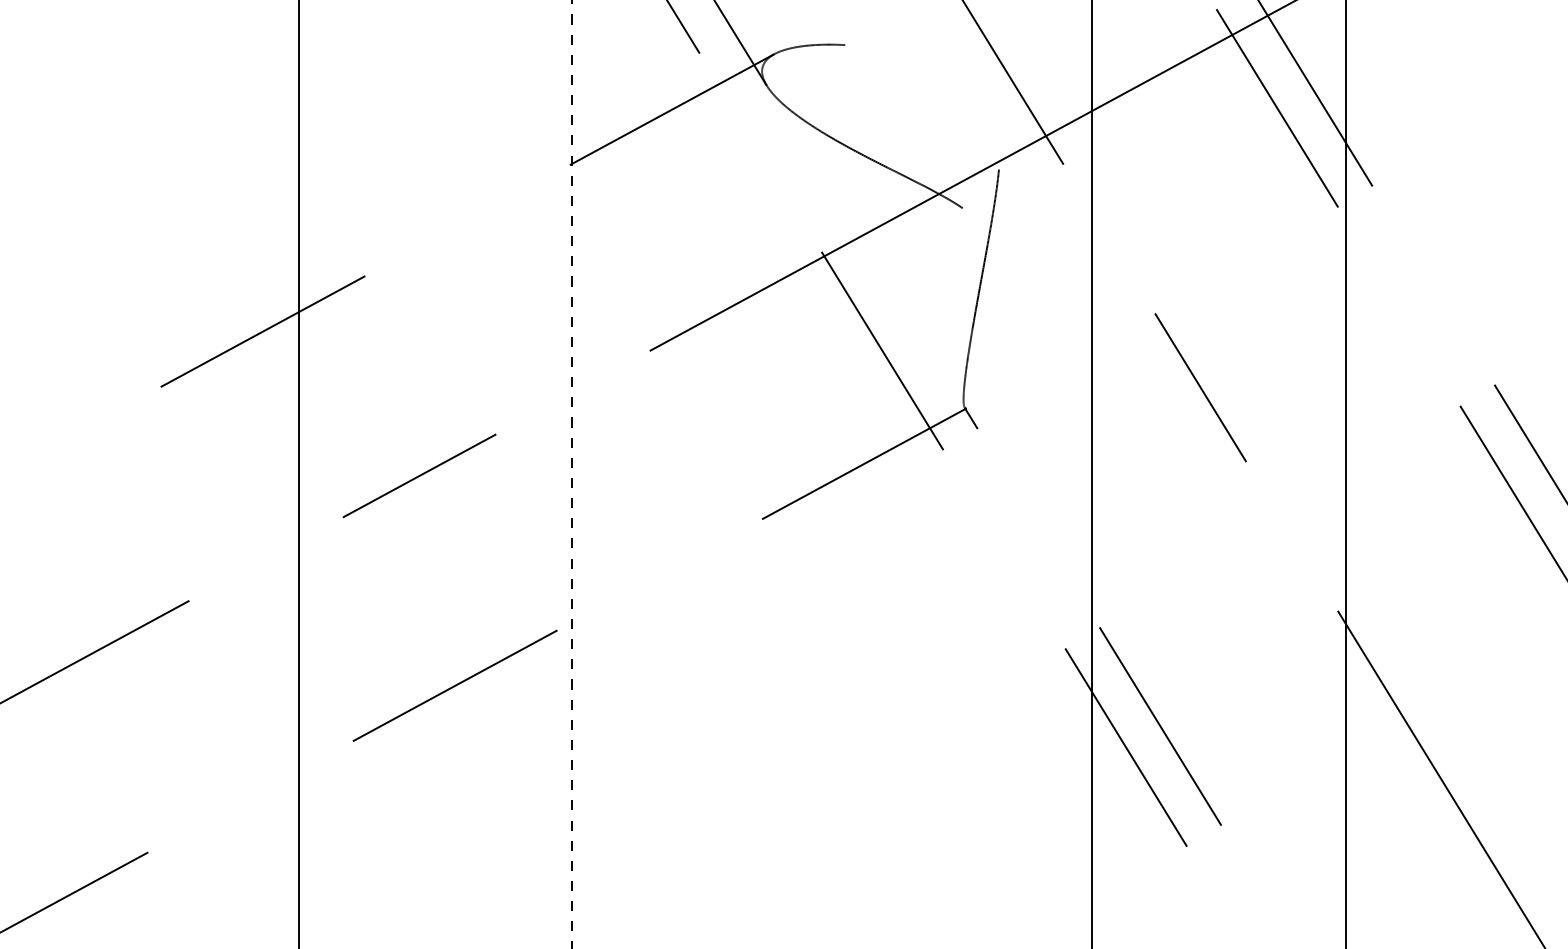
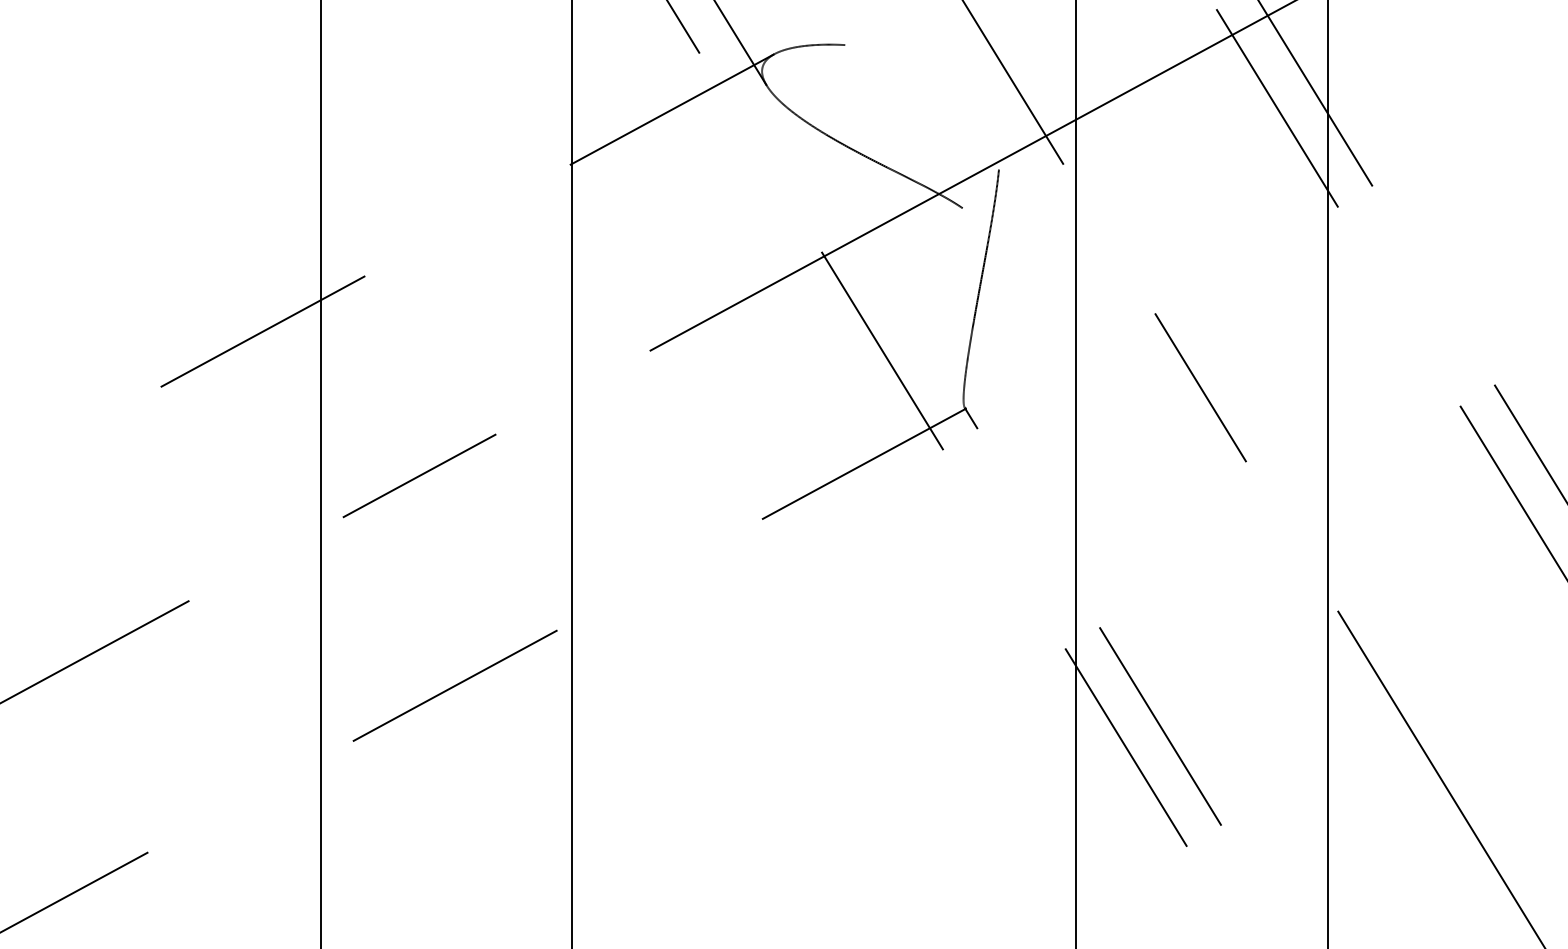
line at (298, 473) position: (298, 473) -> (320, 473)
line at (1092, 473) position: (1092, 473) -> (1076, 473)
line at (1346, 473) position: (1346, 473) -> (1328, 473)
line at (572, 474): dashed -> solid
